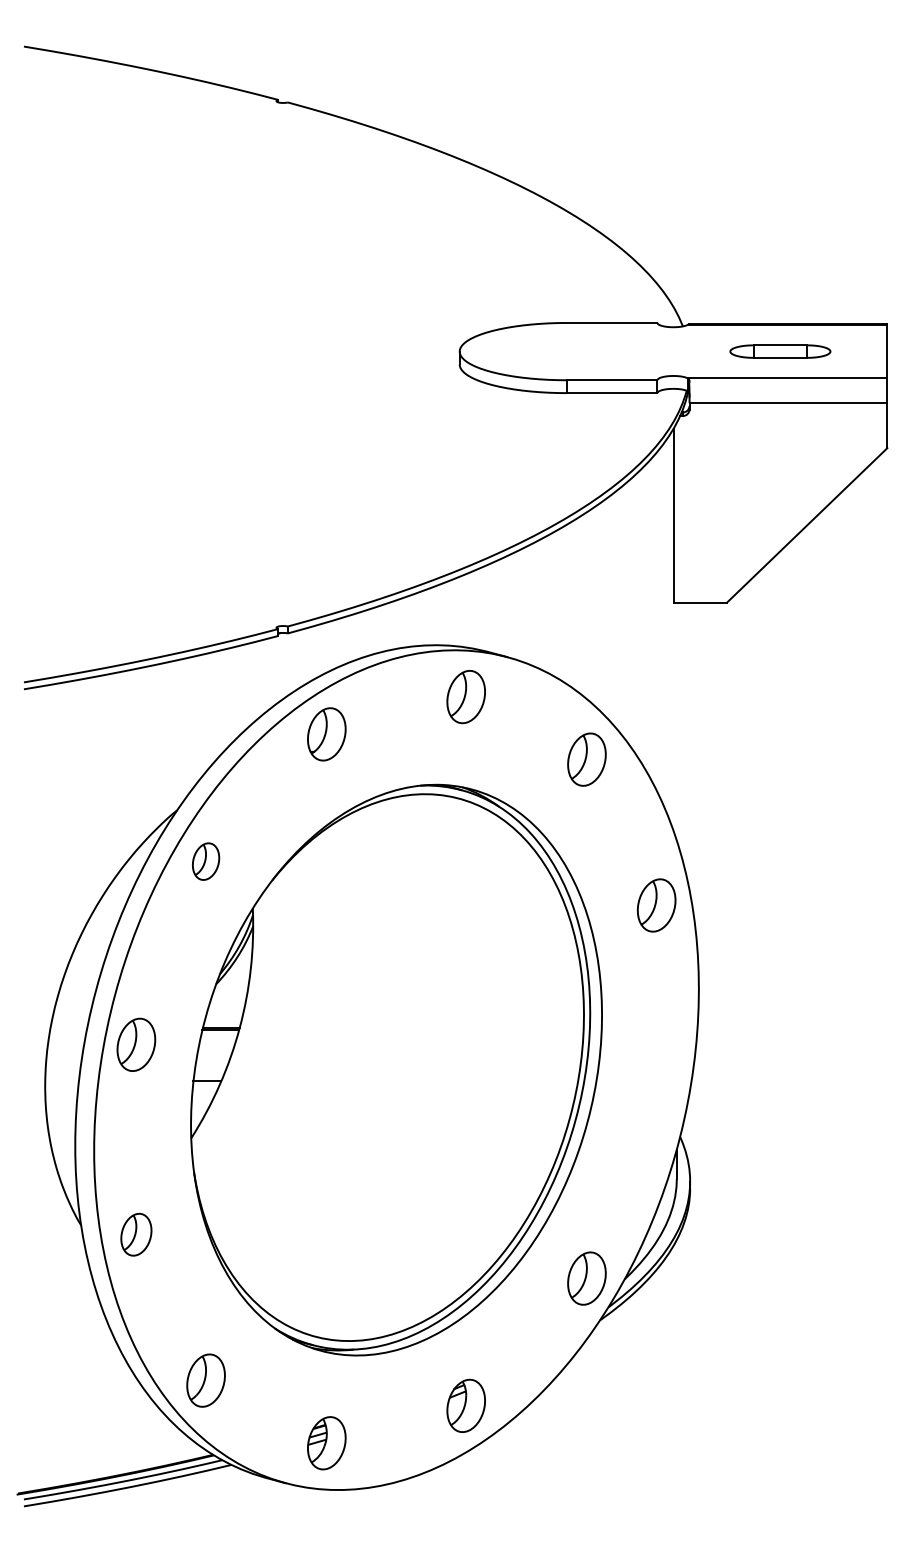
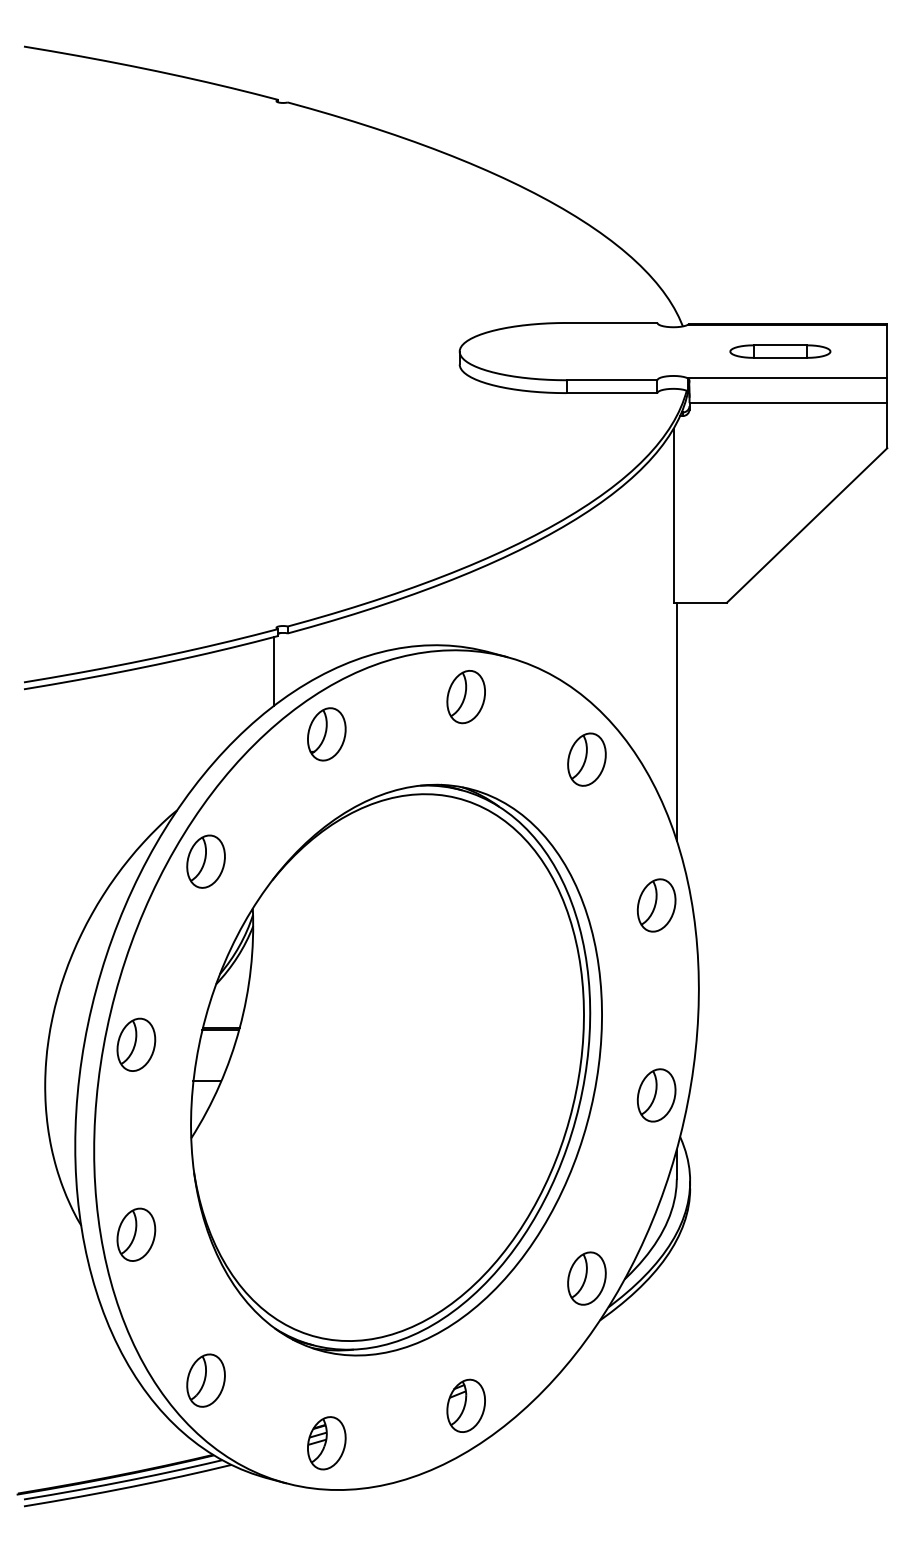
line at (273, 671): none -> present
line at (676, 721): none -> present
part at (206, 861) size: 29x39 px -> 40x55 px
part at (656, 1095): none -> present
part at (136, 1234) size: 33x45 px -> 41x55 px
